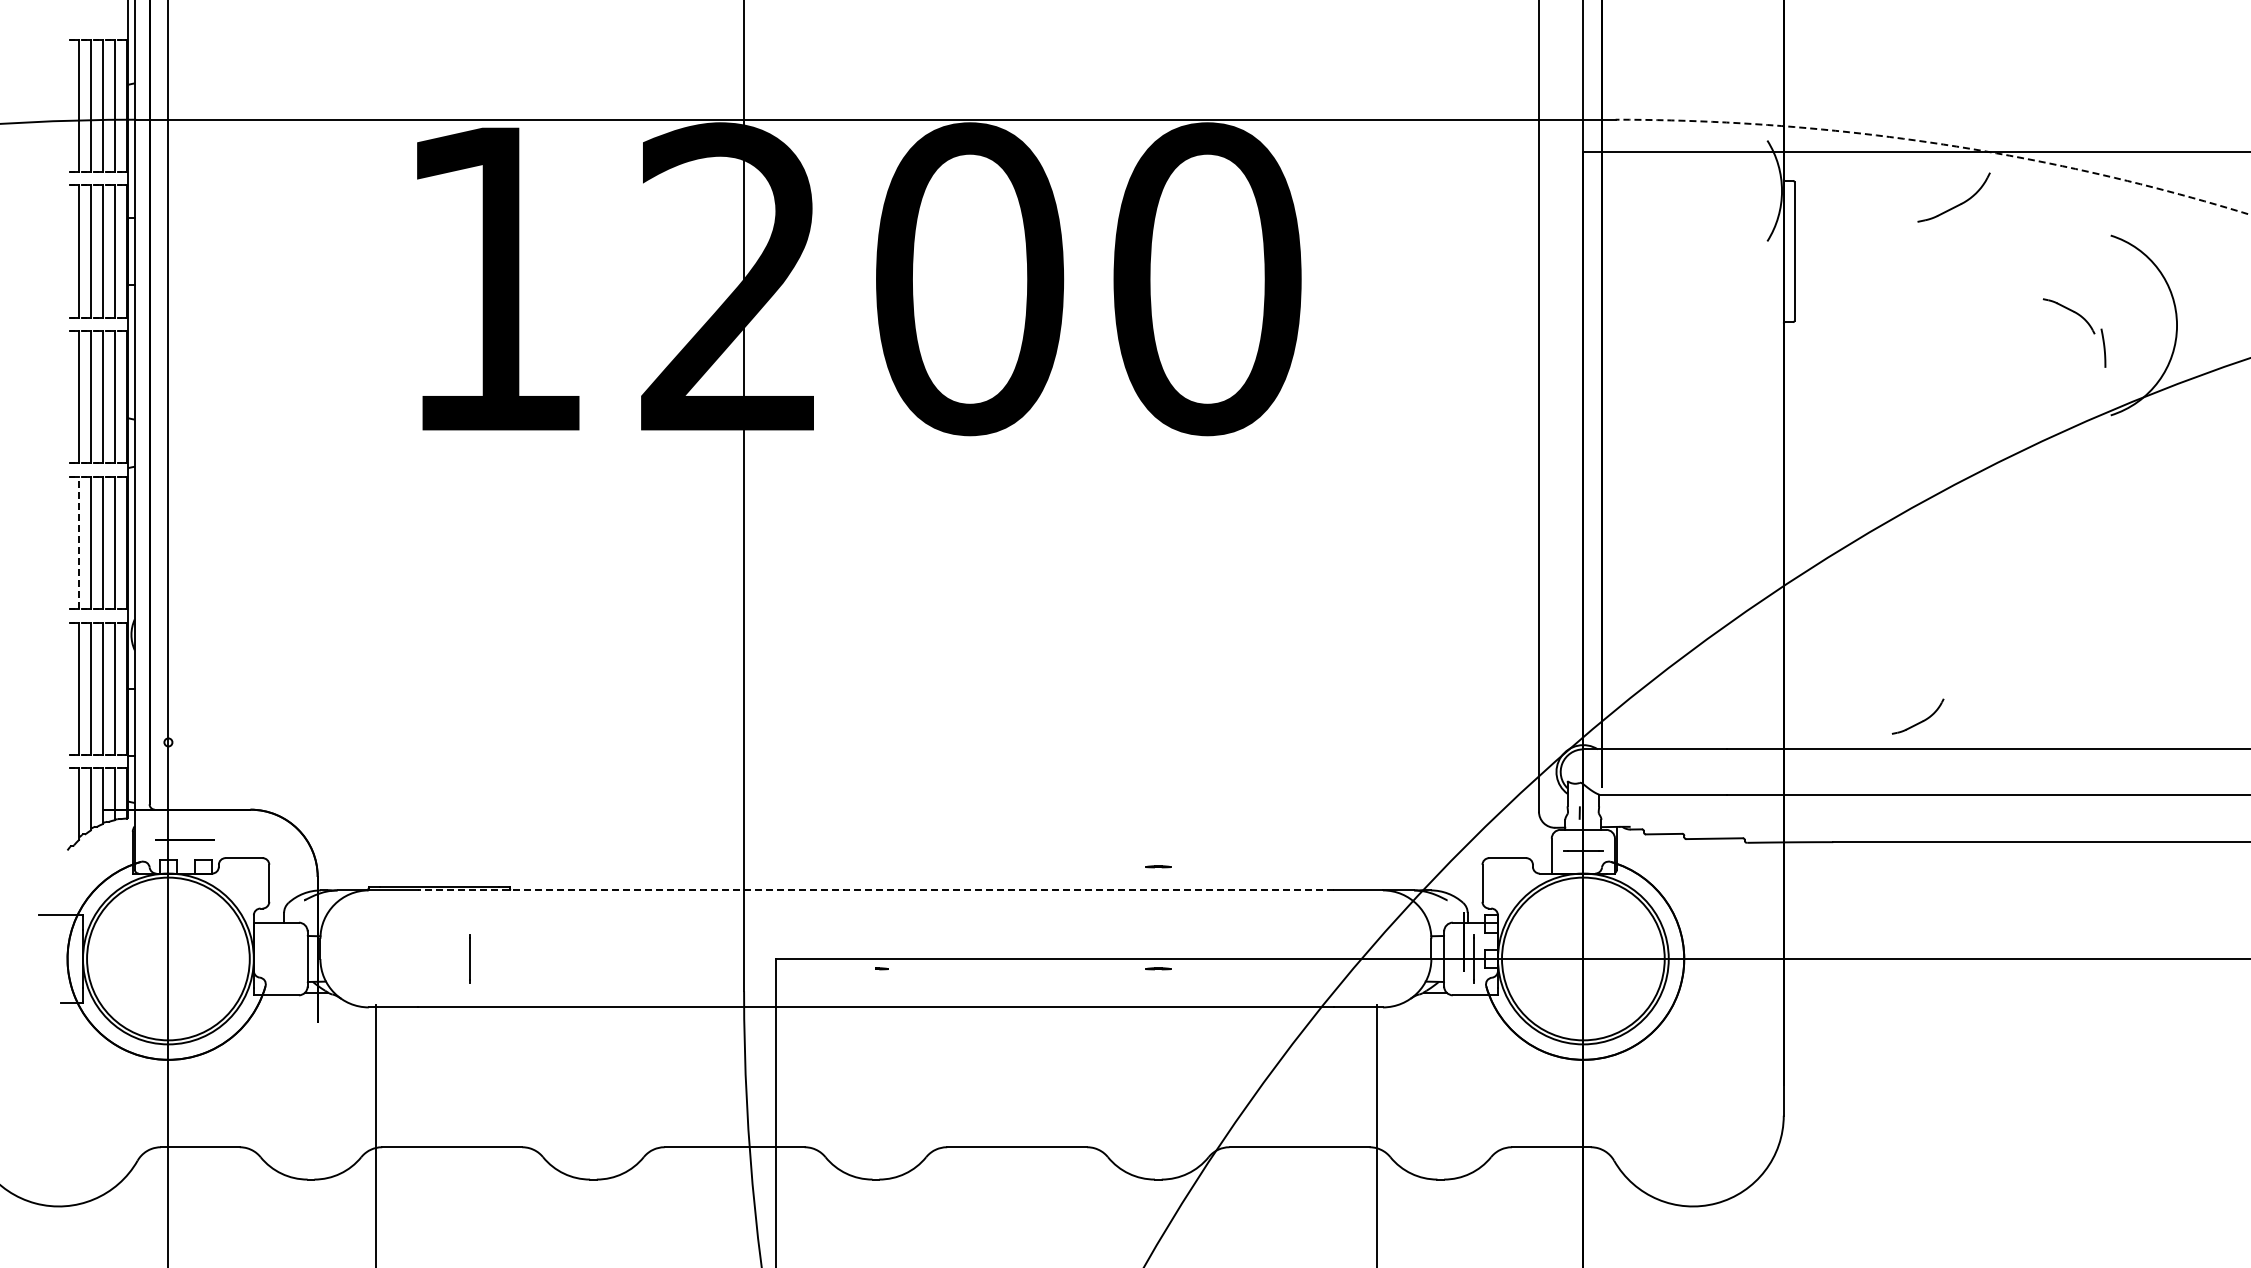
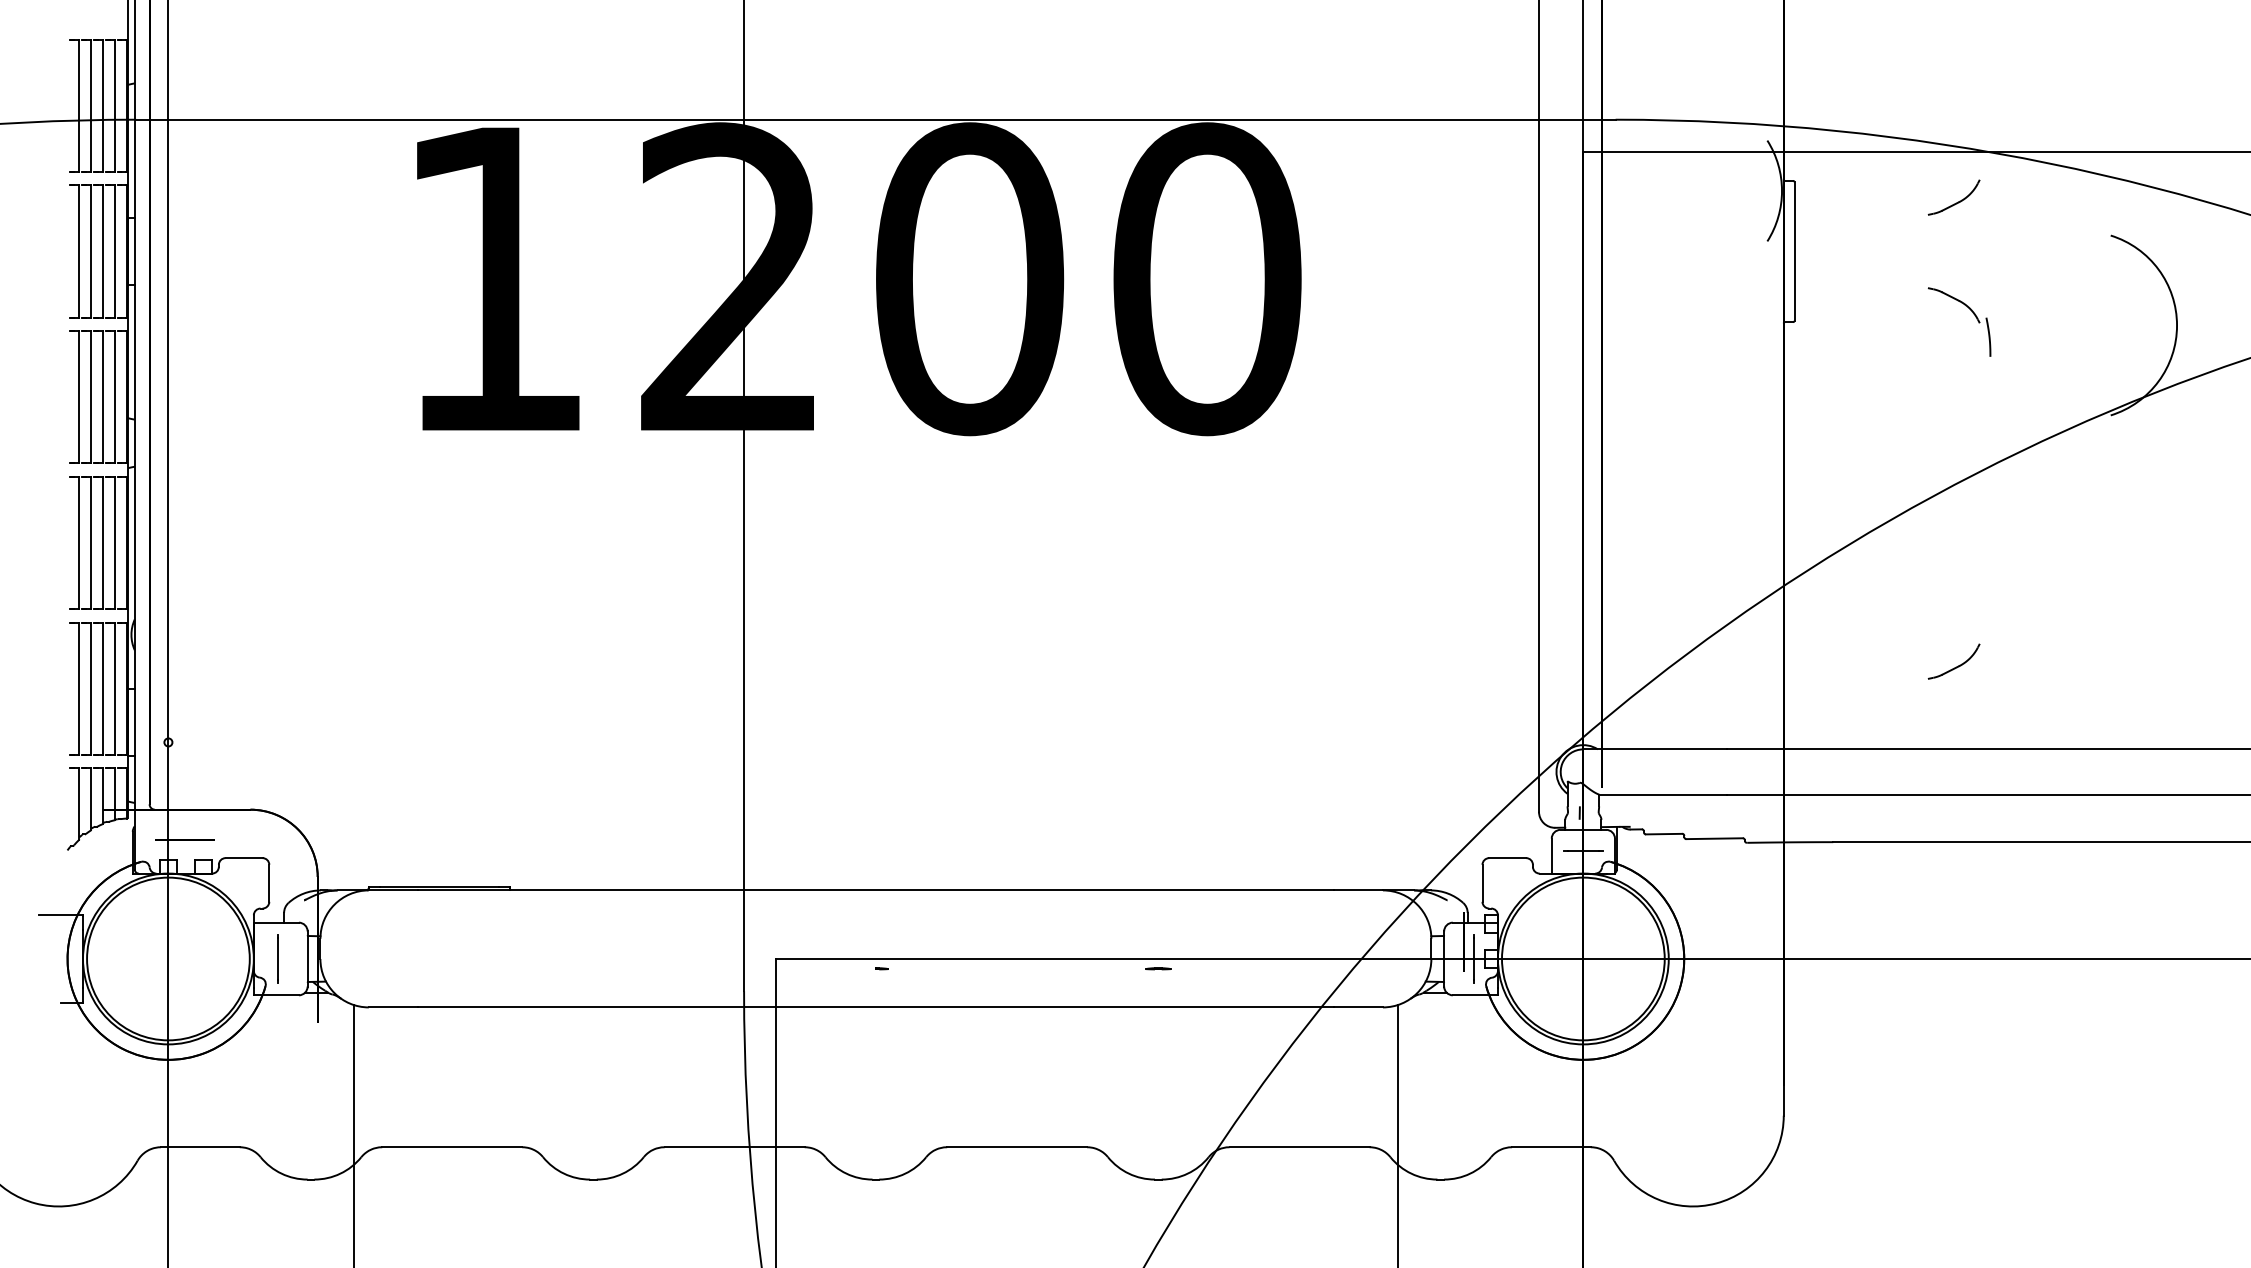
arc at (1937, 143): dashed -> solid
part at (1953, 197) size: 74x51 px -> 54x37 px
part at (2085, 321) position: (2085, 321) -> (1970, 310)
line at (79, 542): dashed -> solid
part at (1917, 716) position: (1917, 716) -> (1953, 661)
line at (1158, 866): present -> none
line at (875, 890): dashed -> solid
line at (469, 958) position: (469, 958) -> (277, 958)
line at (376, 1134) position: (376, 1134) -> (354, 1134)
line at (1376, 1134) position: (1376, 1134) -> (1397, 1134)
